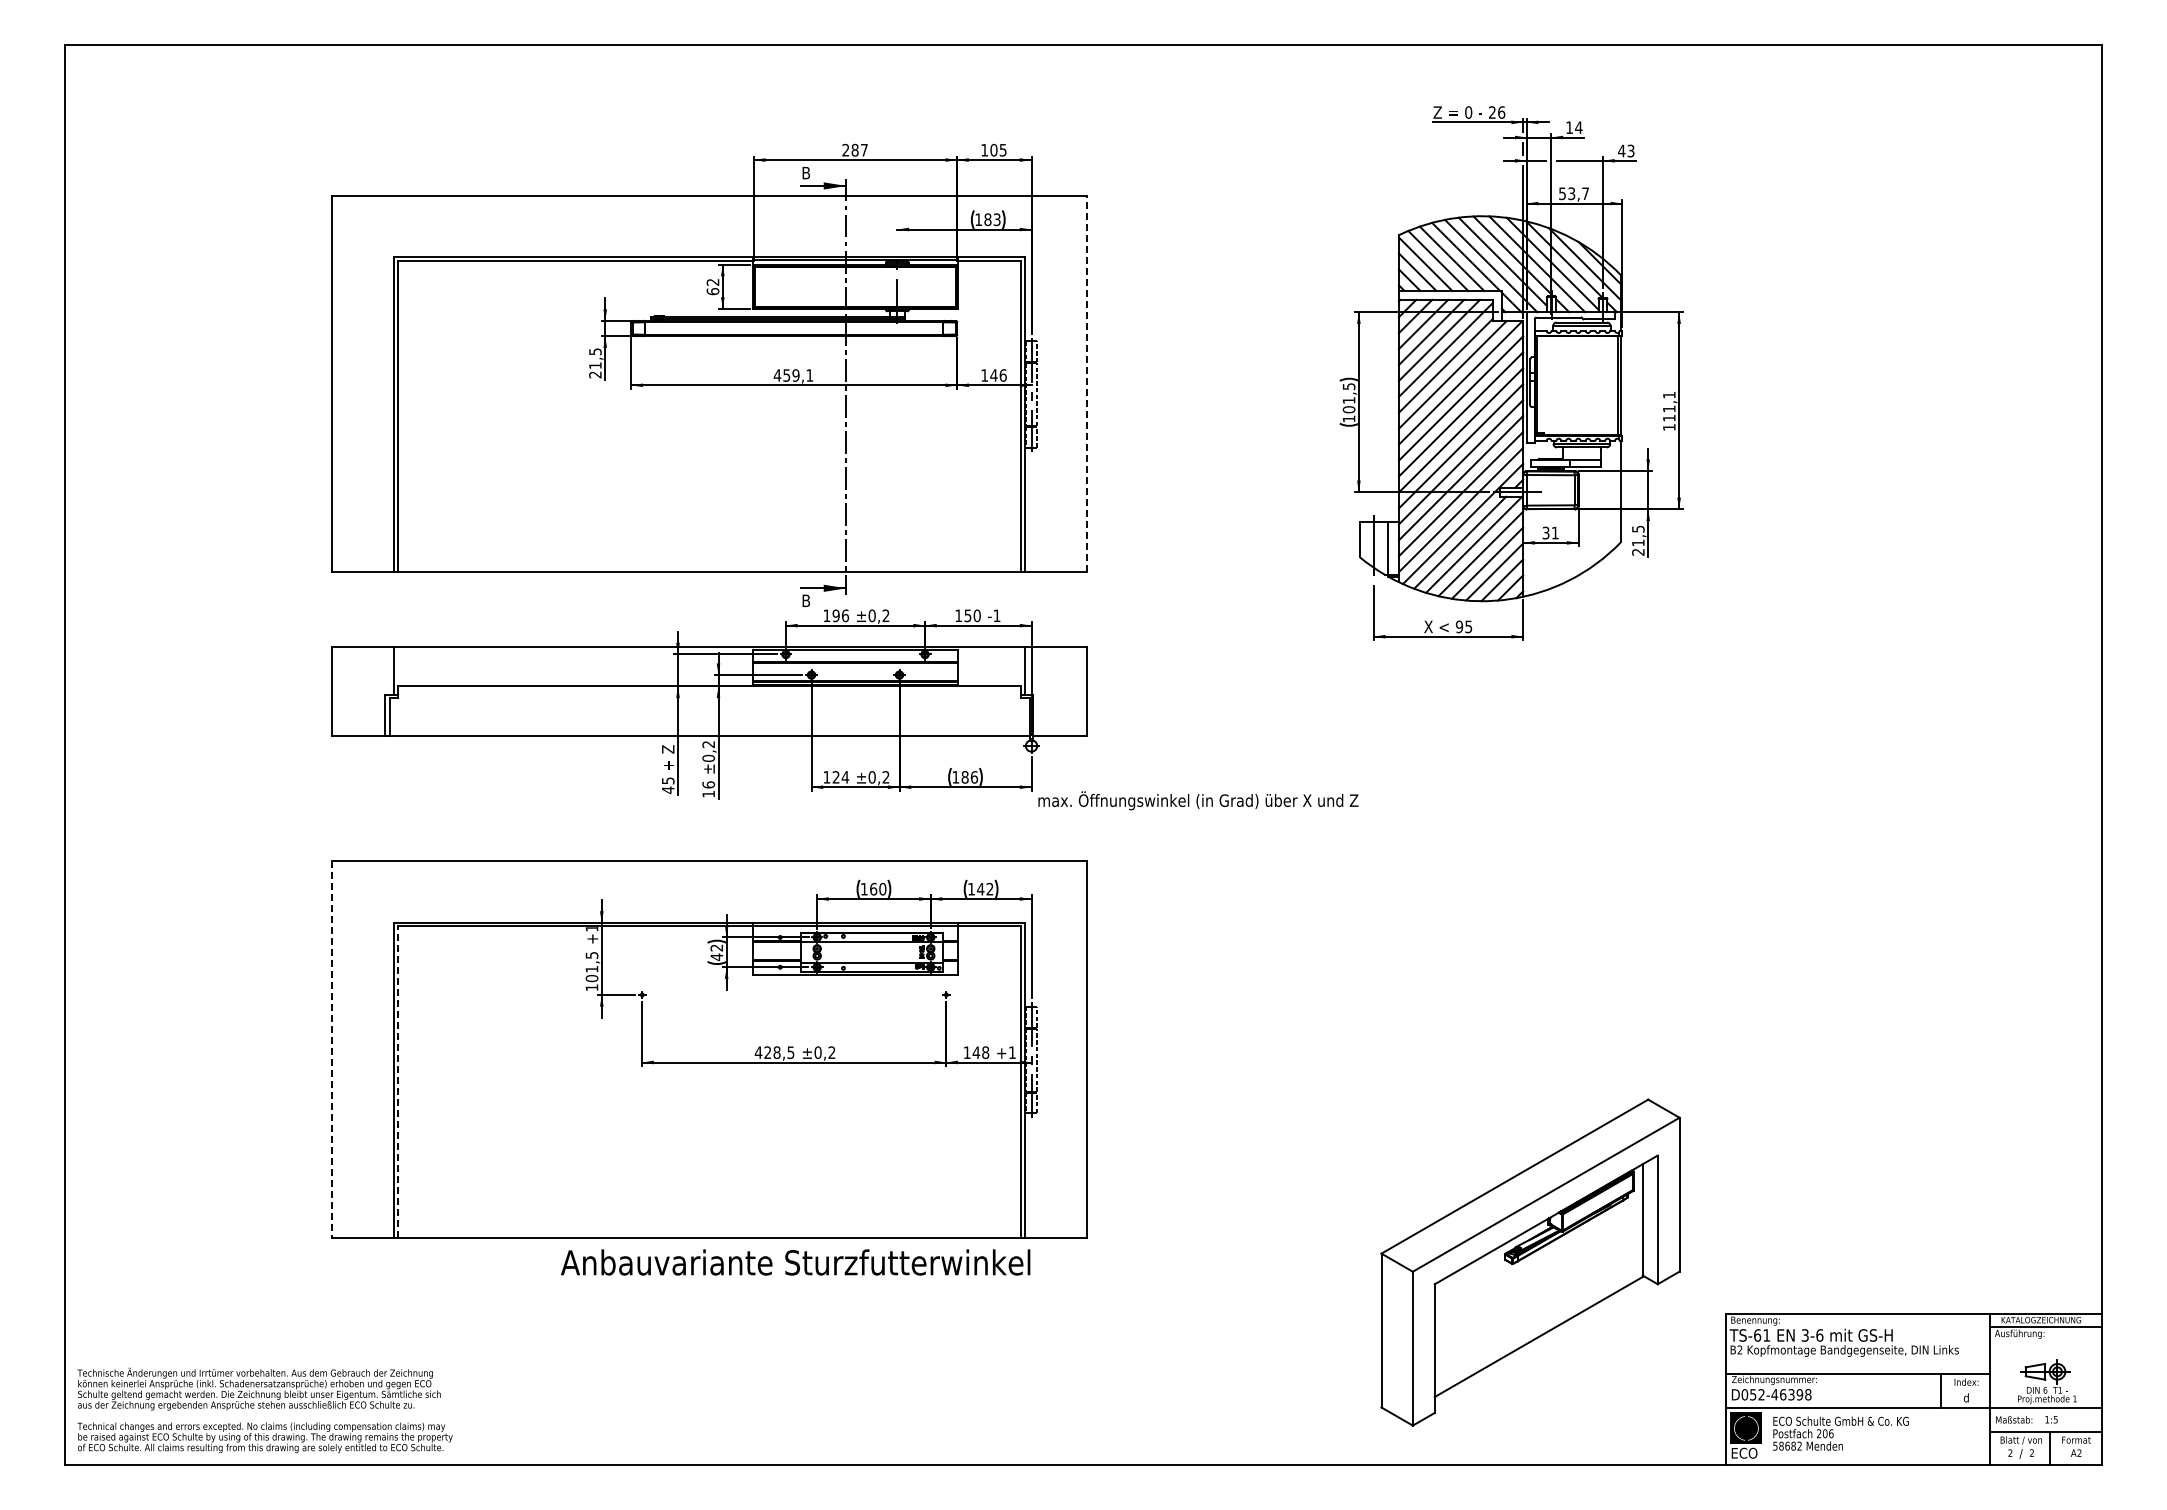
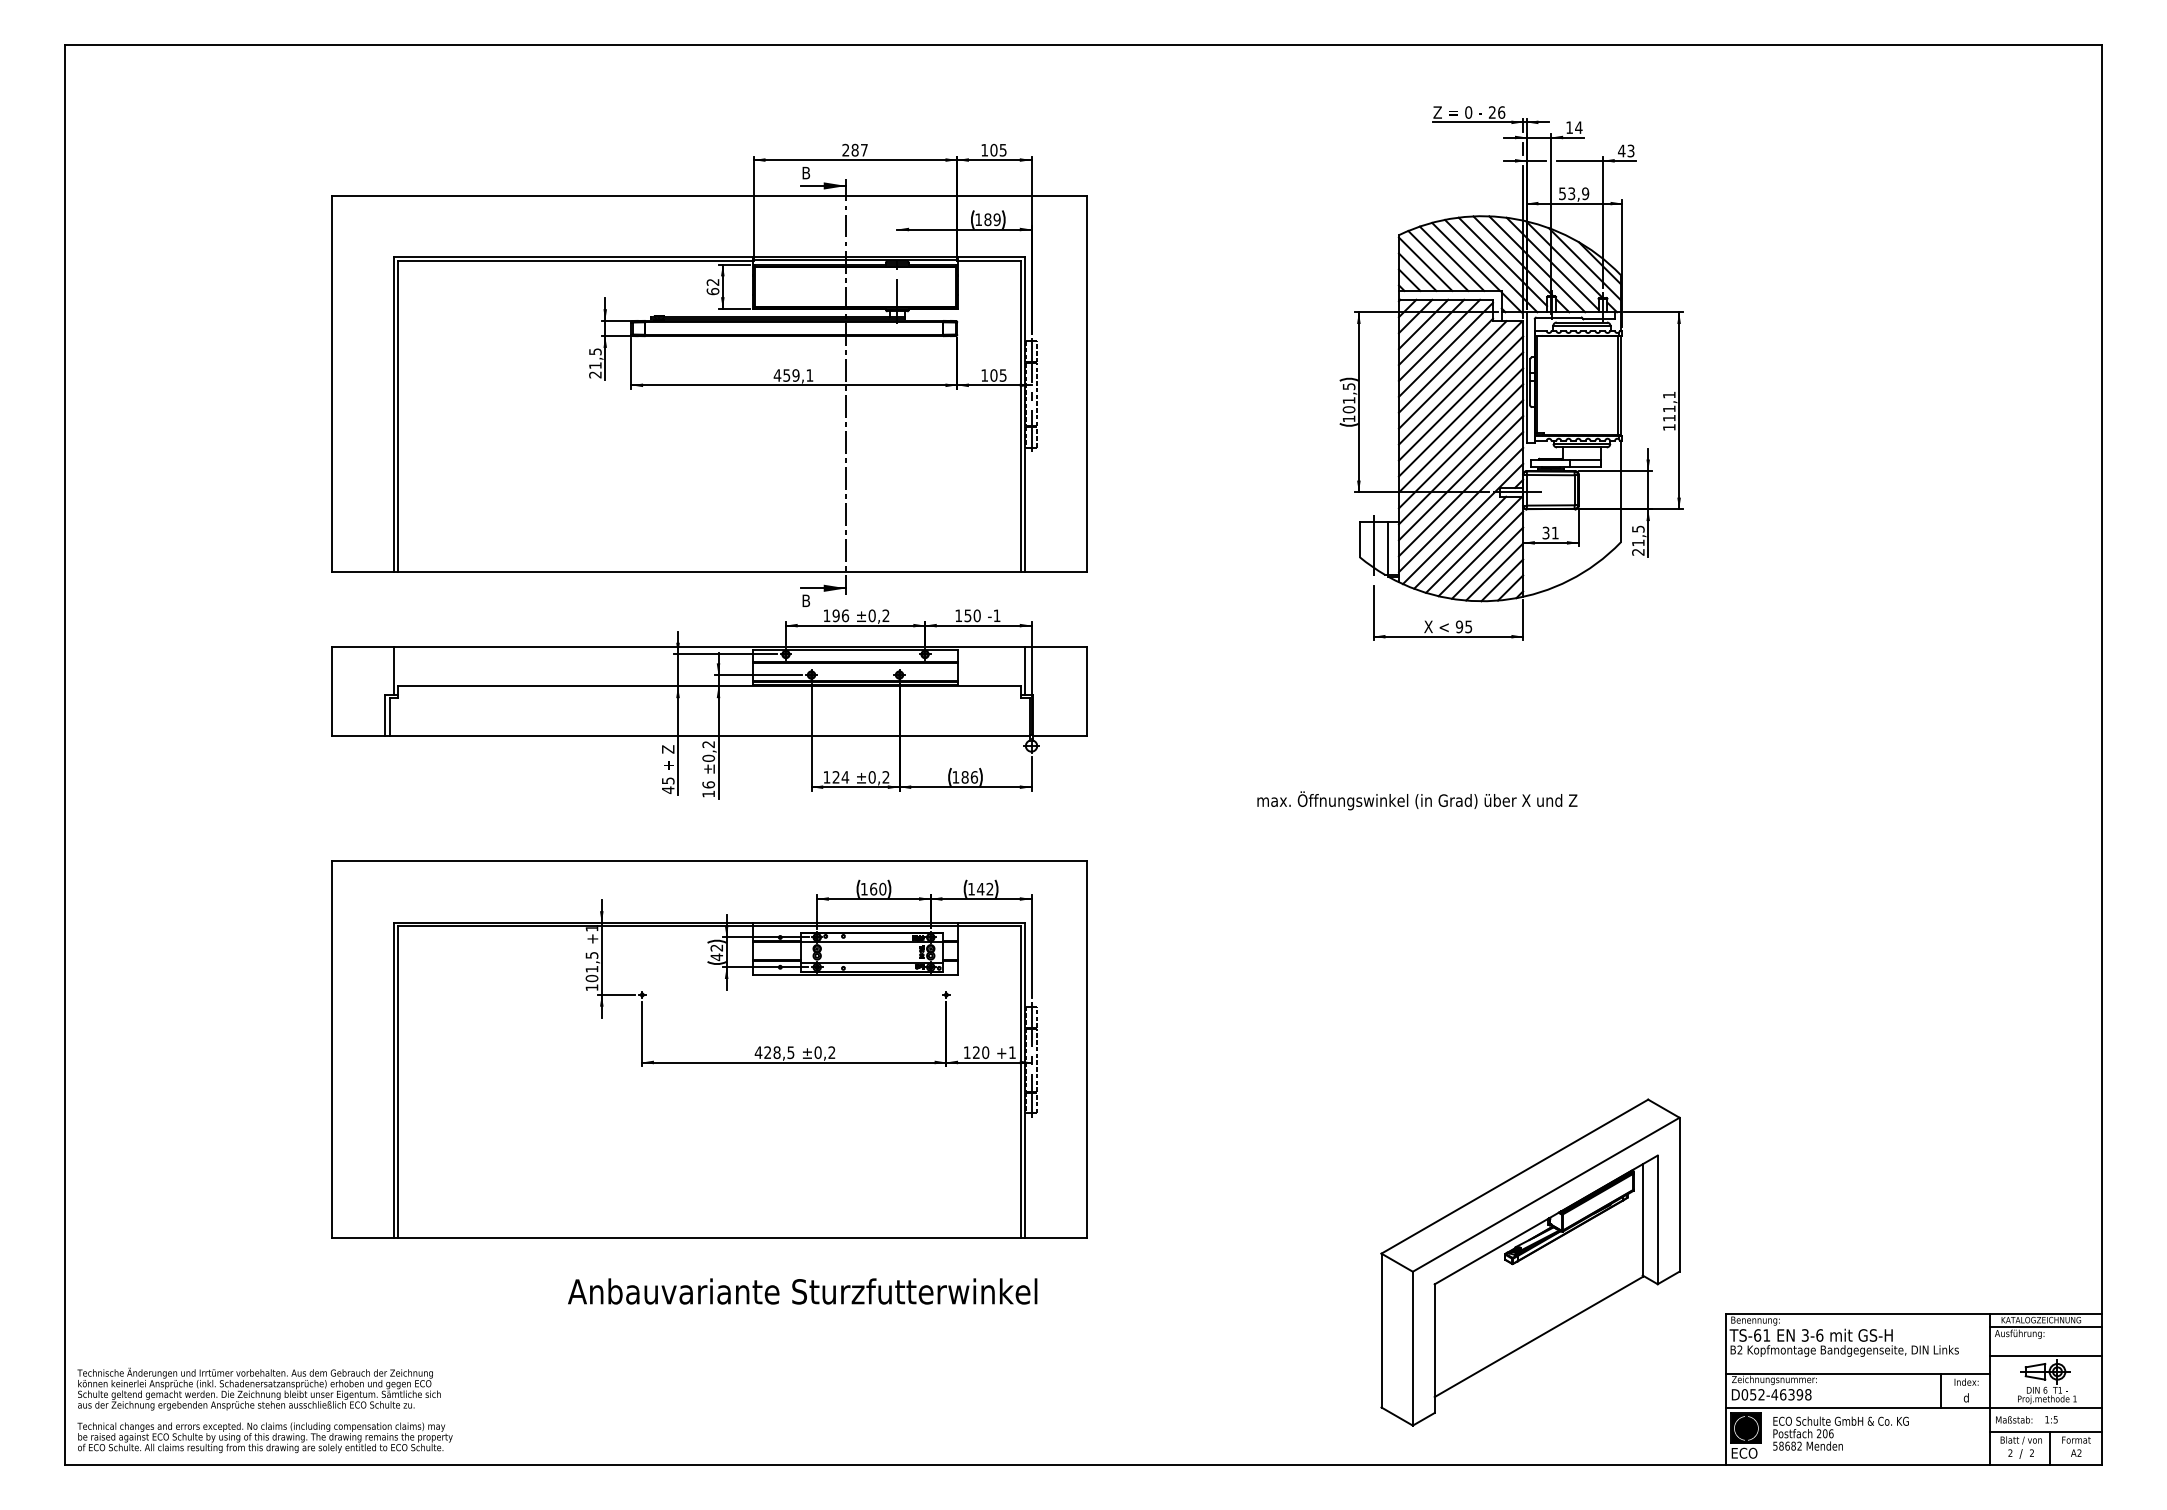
text at (1585, 193): 53,7 -> 53,9
text at (996, 219): 183 -> 189
text at (998, 375): 146 -> 105
line at (1086, 383): dashed -> solid
text at (1198, 800) position: (1198, 800) -> (1417, 800)
line at (332, 1050): dashed -> solid
text at (980, 1052): 148 -> 120
line at (398, 1082): dashed -> solid
text at (795, 1262) position: (795, 1262) -> (802, 1291)
line at (2045, 1356): none -> present
